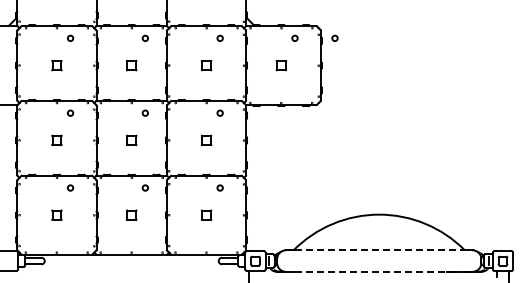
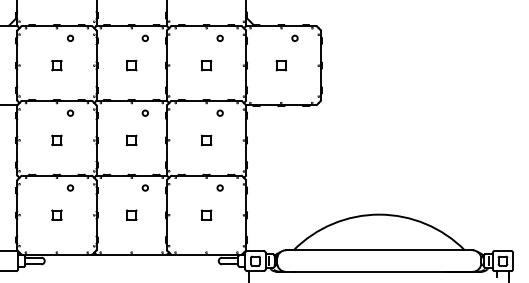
circle at (334, 37): present -> none
line at (379, 250): dashed -> solid
line at (379, 271): dashed -> solid
